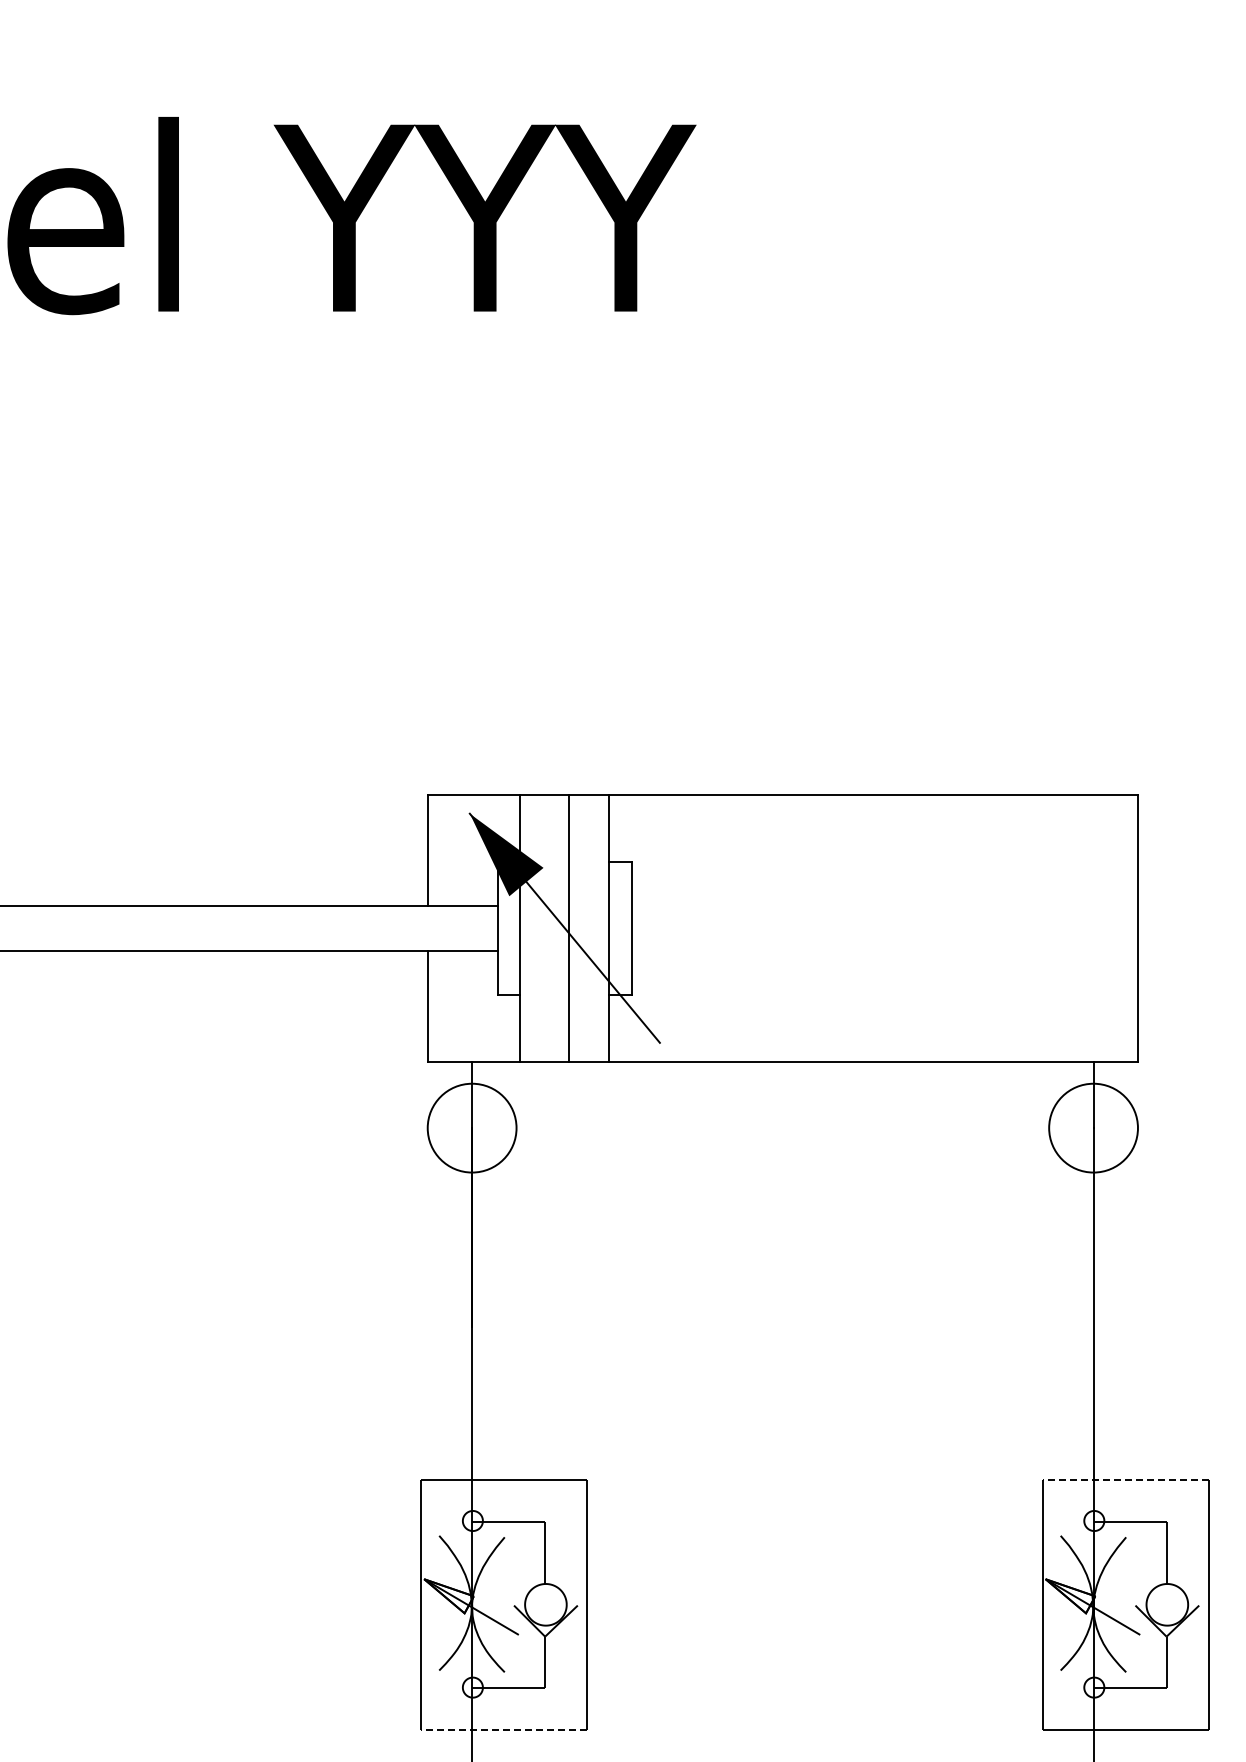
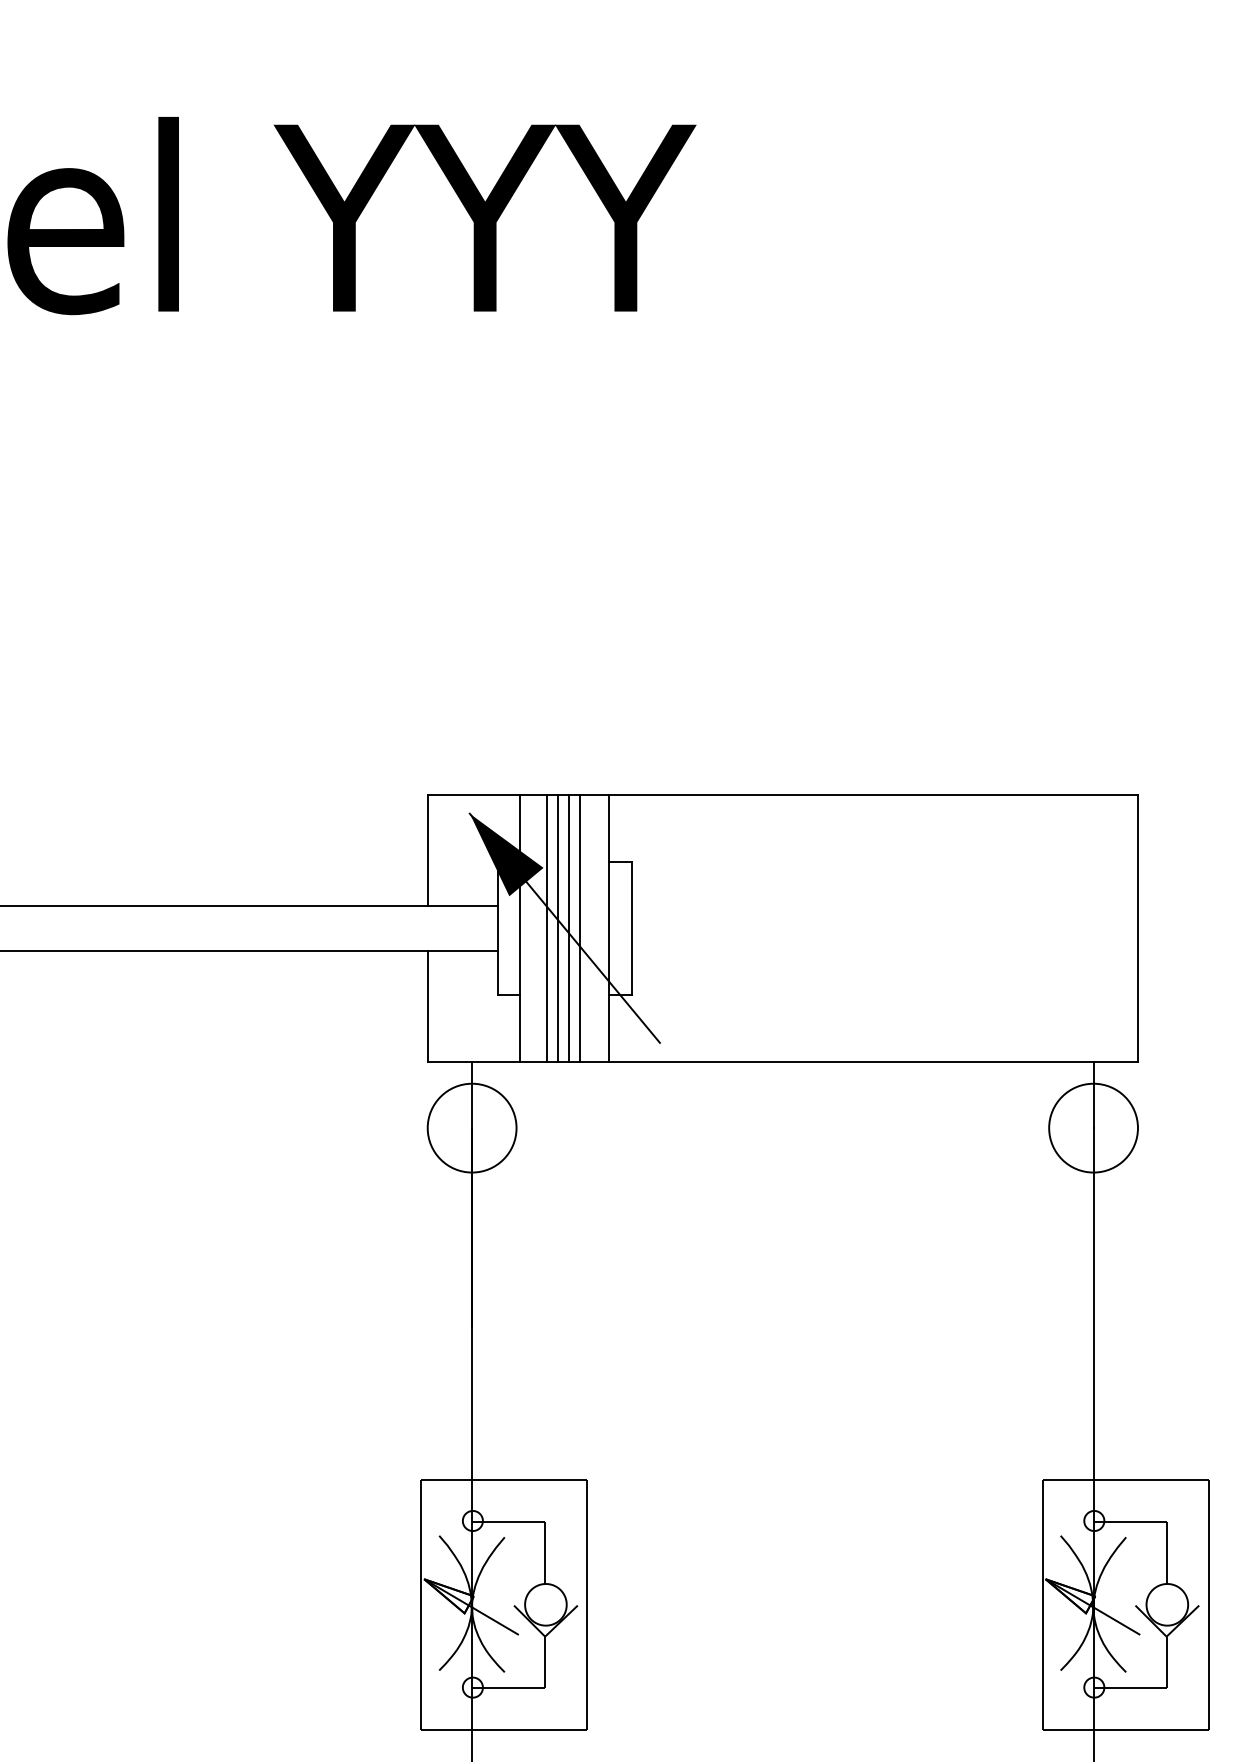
line at (547, 928): none -> present
line at (558, 928): none -> present
line at (580, 928): none -> present
line at (1125, 1480): dashed -> solid
line at (504, 1729): dashed -> solid
